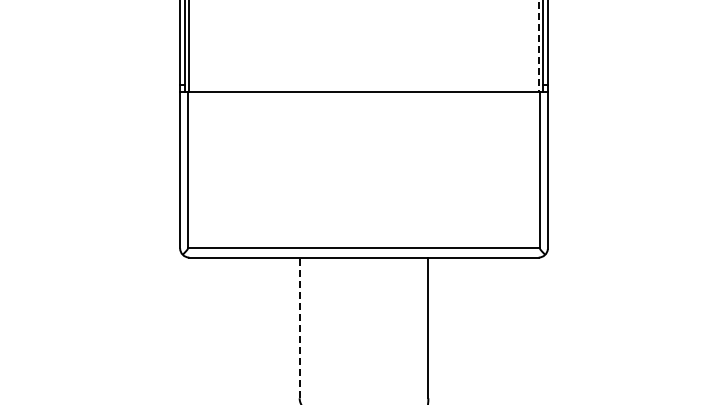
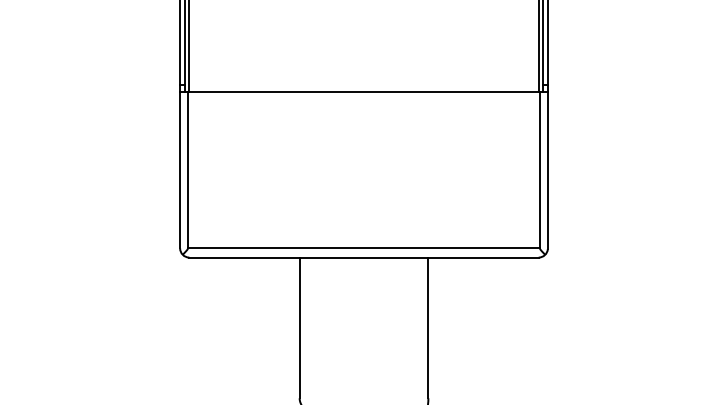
line at (538, 46): dashed -> solid
line at (299, 327): dashed -> solid
